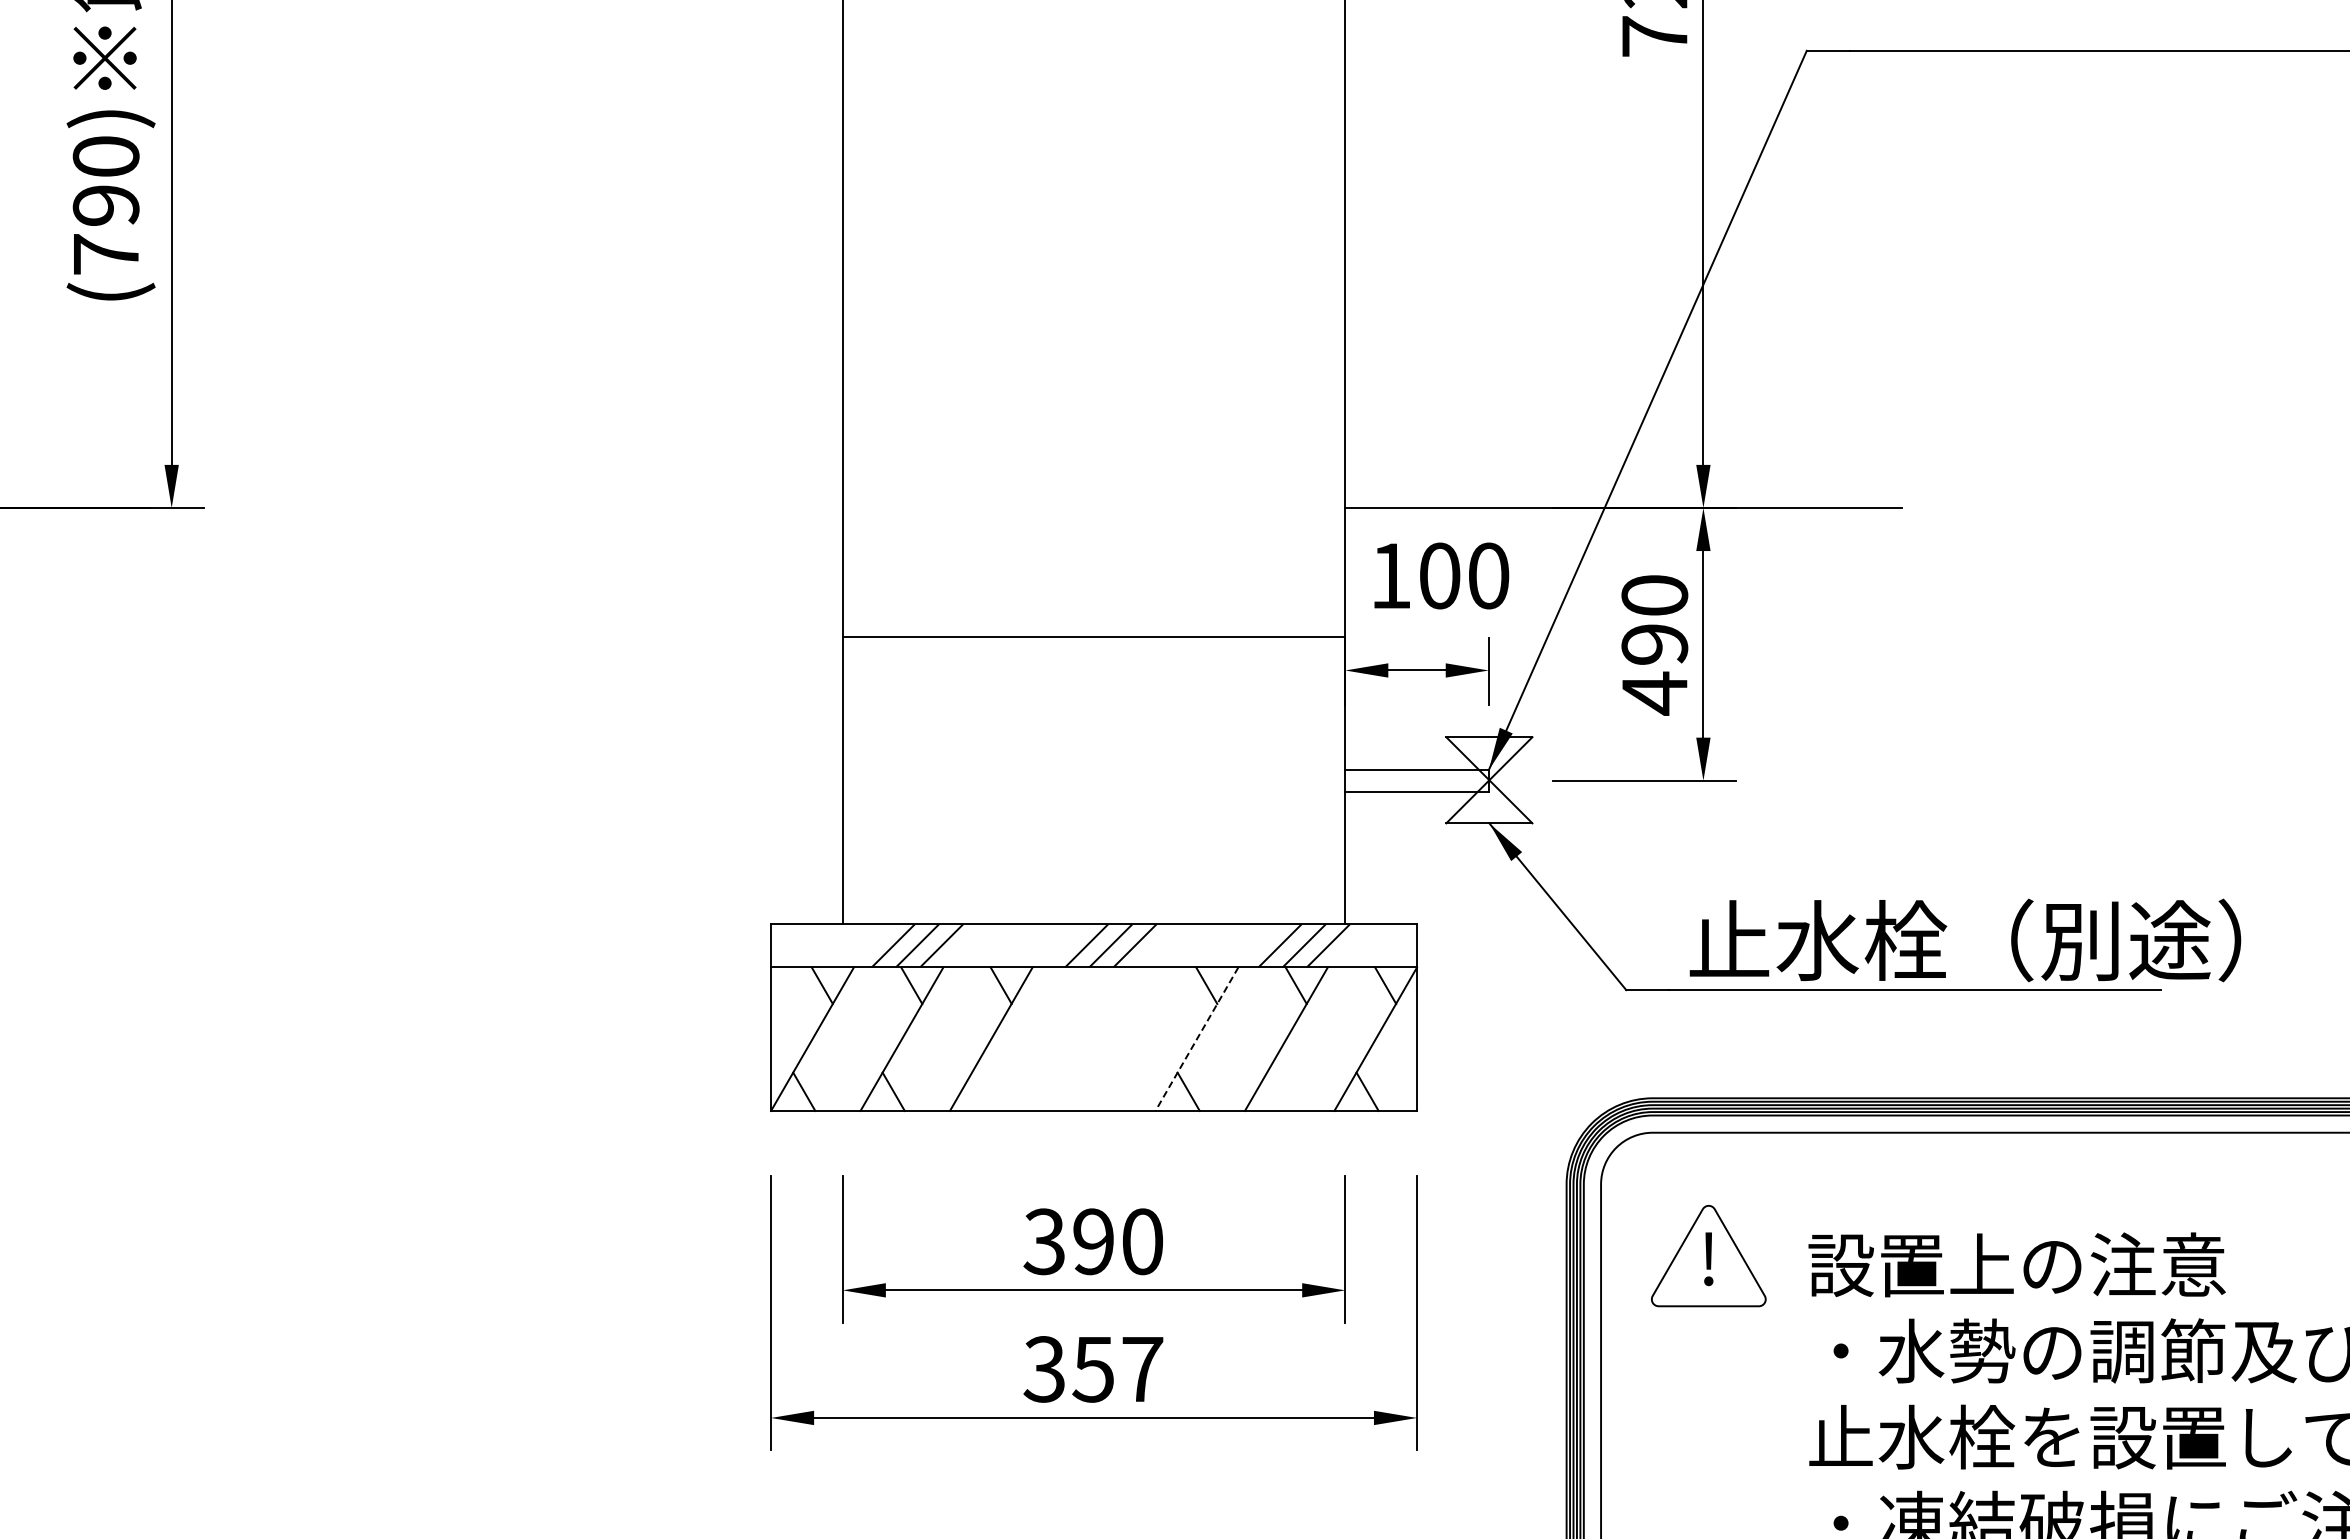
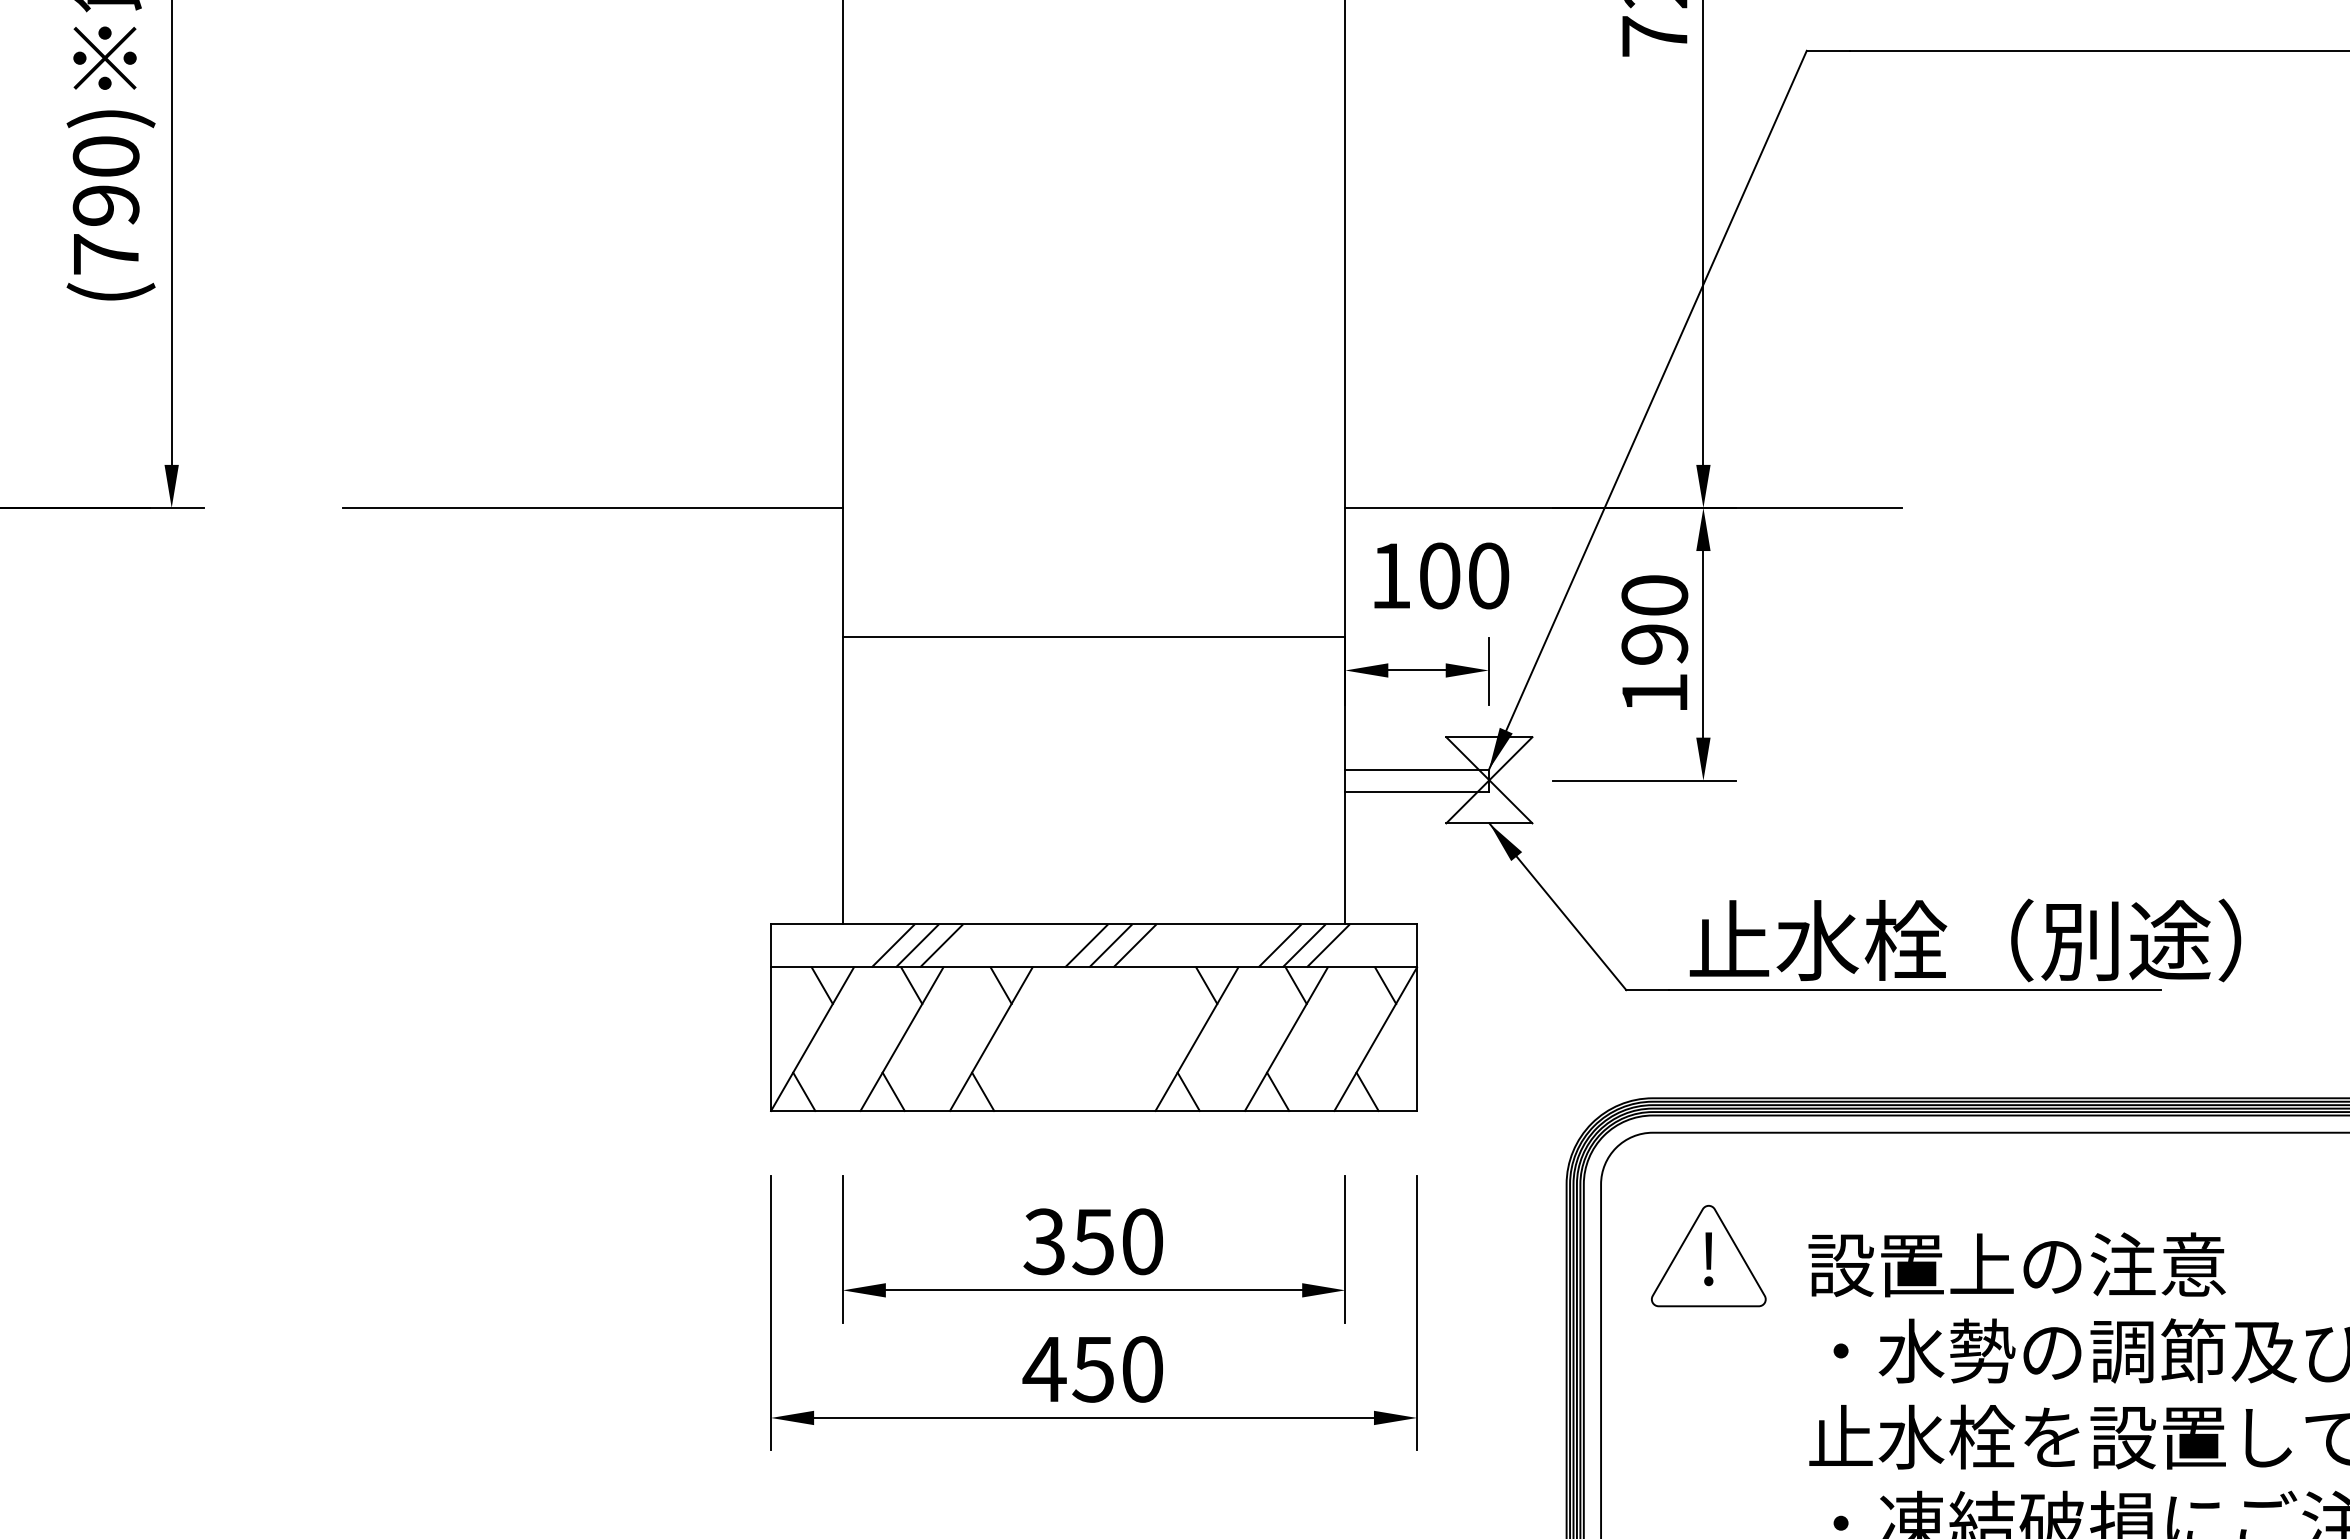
line at (592, 508): none -> present
text at (1654, 693): 490 -> 190
line at (1196, 1039): dashed -> solid
line at (983, 1091): none -> present
line at (1278, 1091): none -> present
text at (1092, 1241): 390 -> 350
text at (1092, 1369): 357 -> 450
